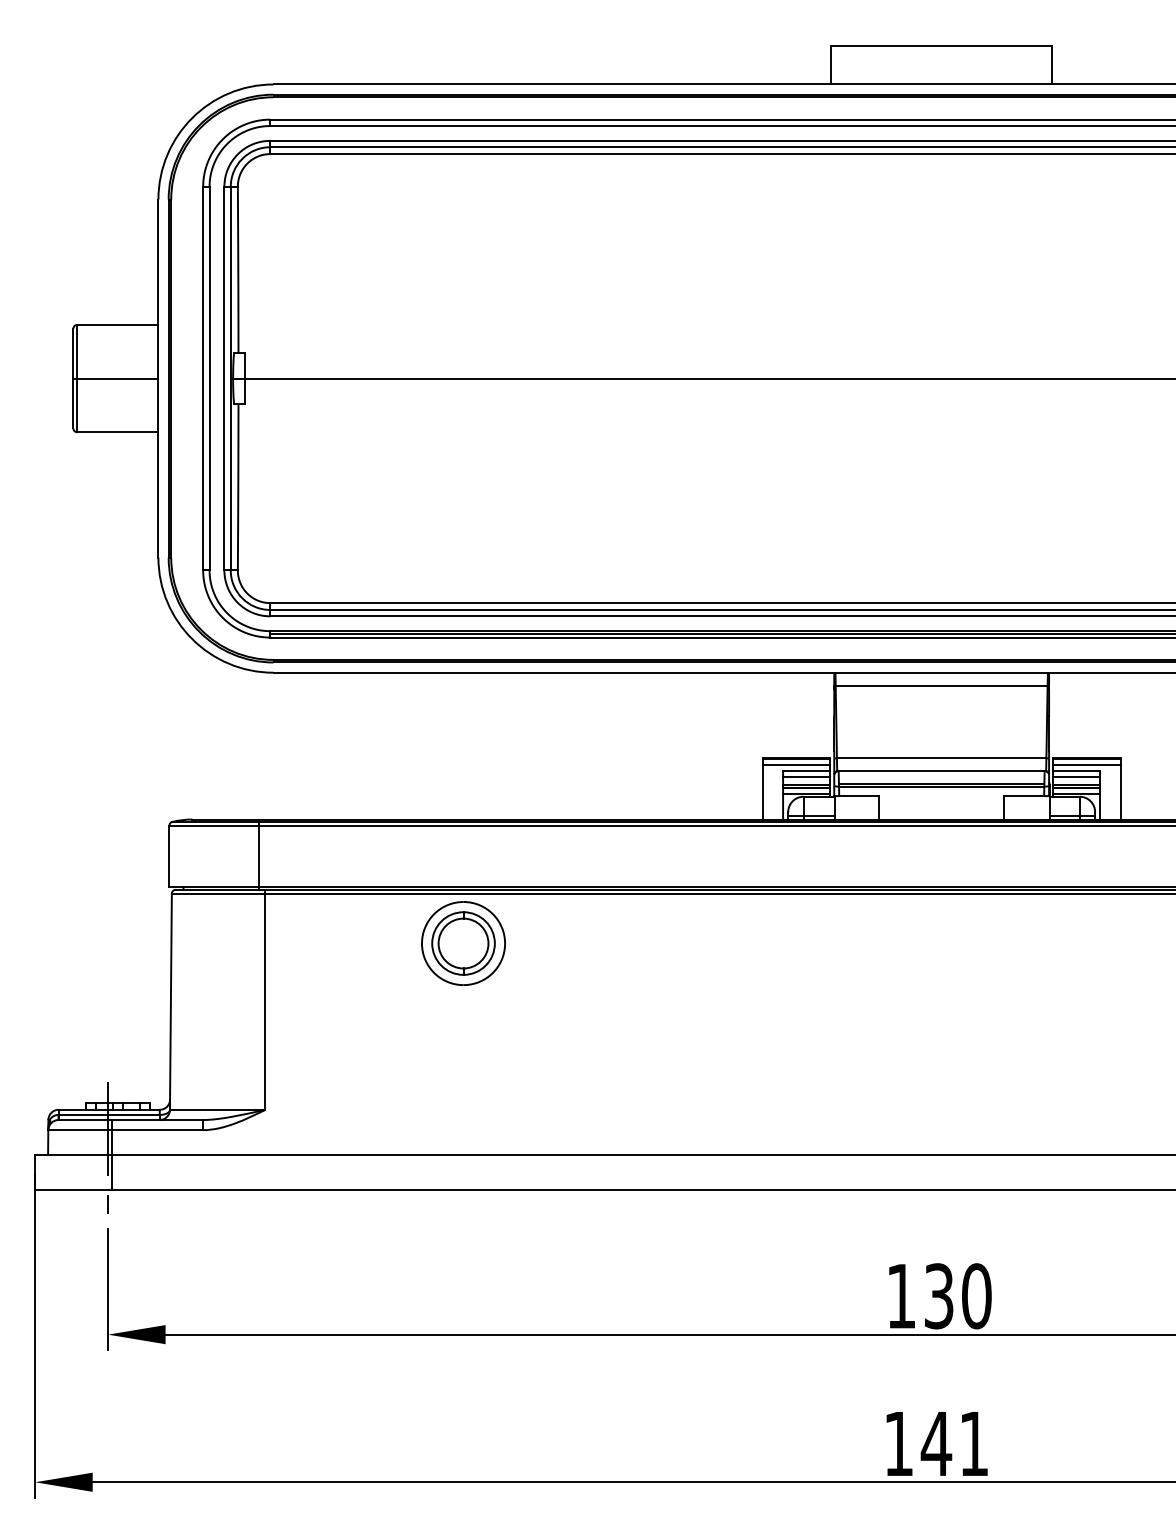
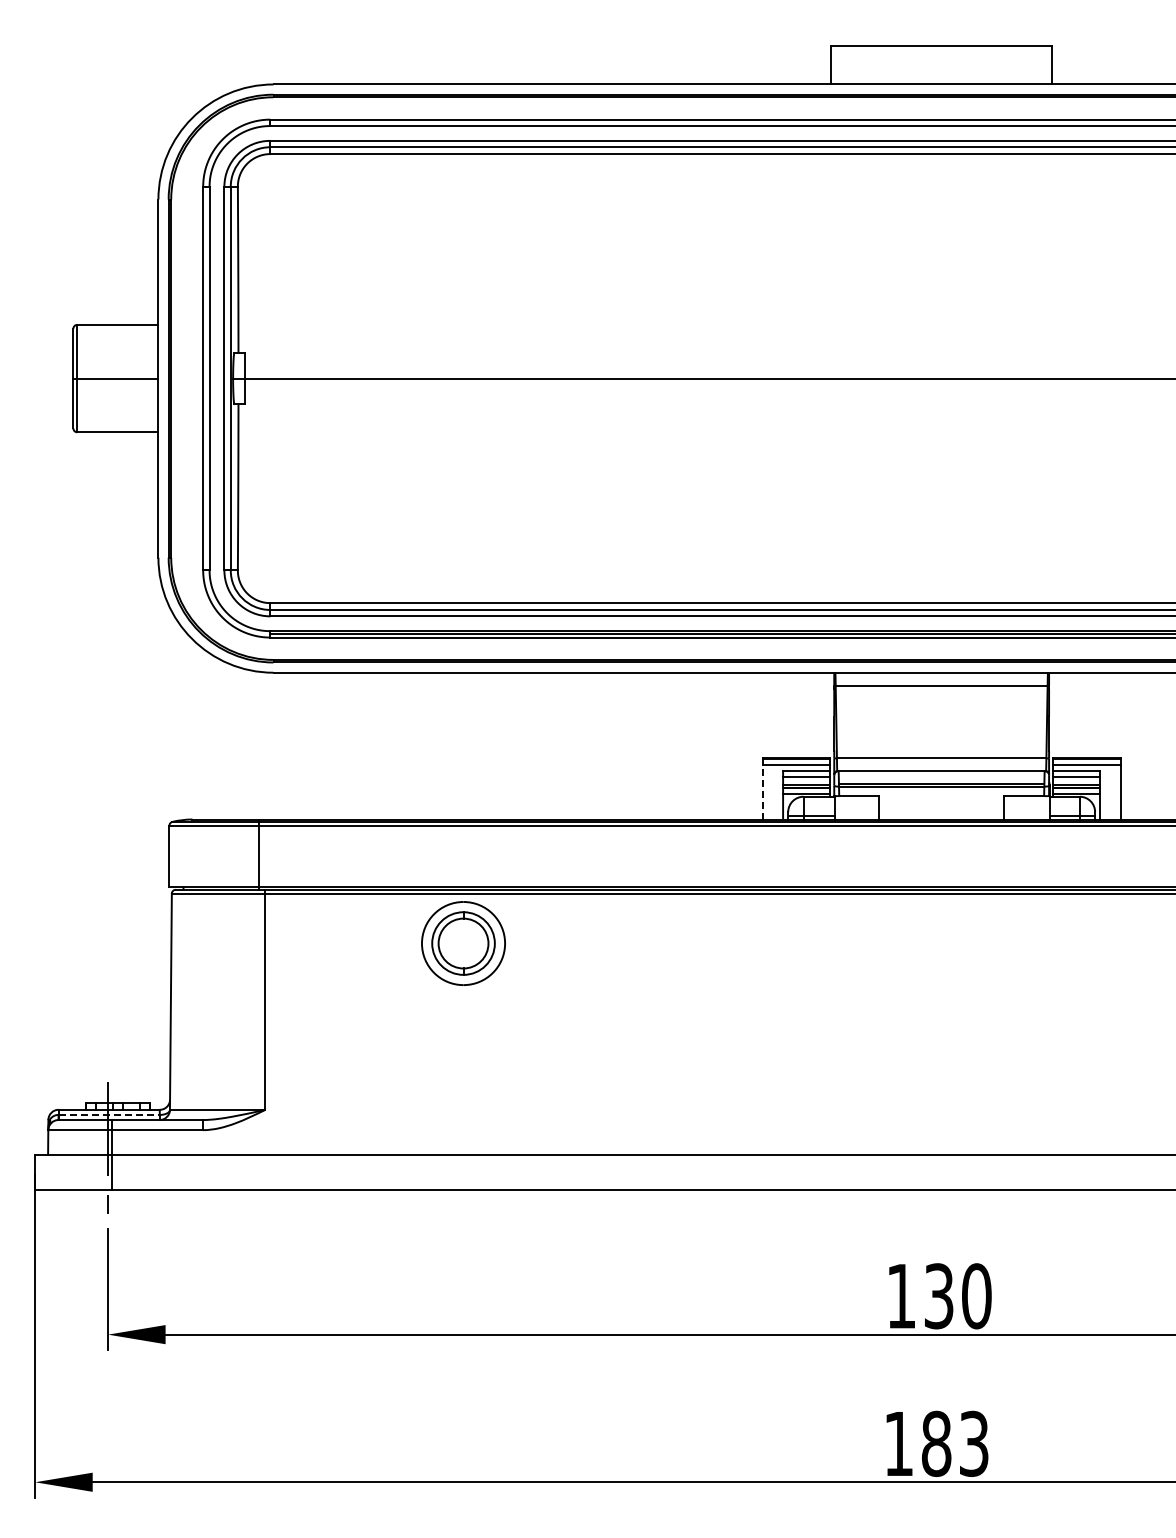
line at (762, 791): solid -> dashed
line at (109, 1114): solid -> dashed
text at (954, 1443): 141 -> 183
